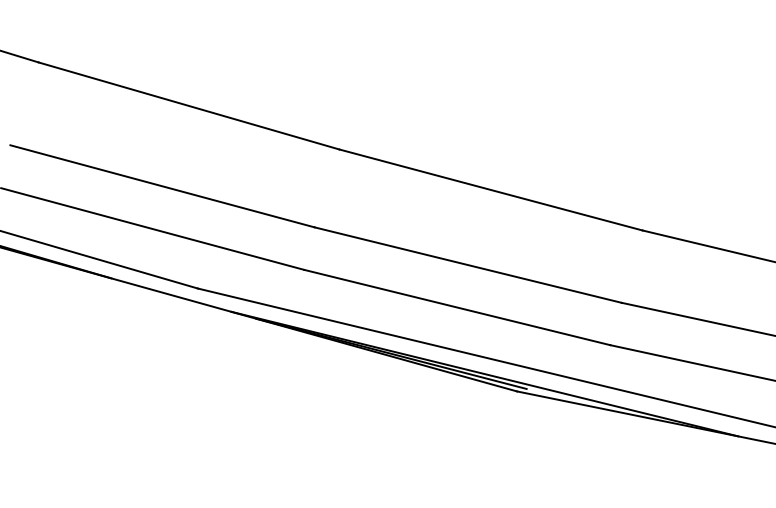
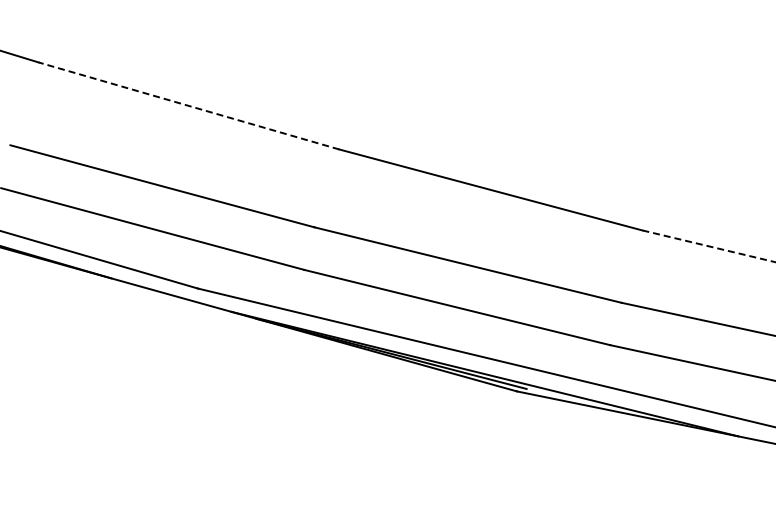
line at (189, 105): solid -> dashed
line at (708, 246): solid -> dashed
